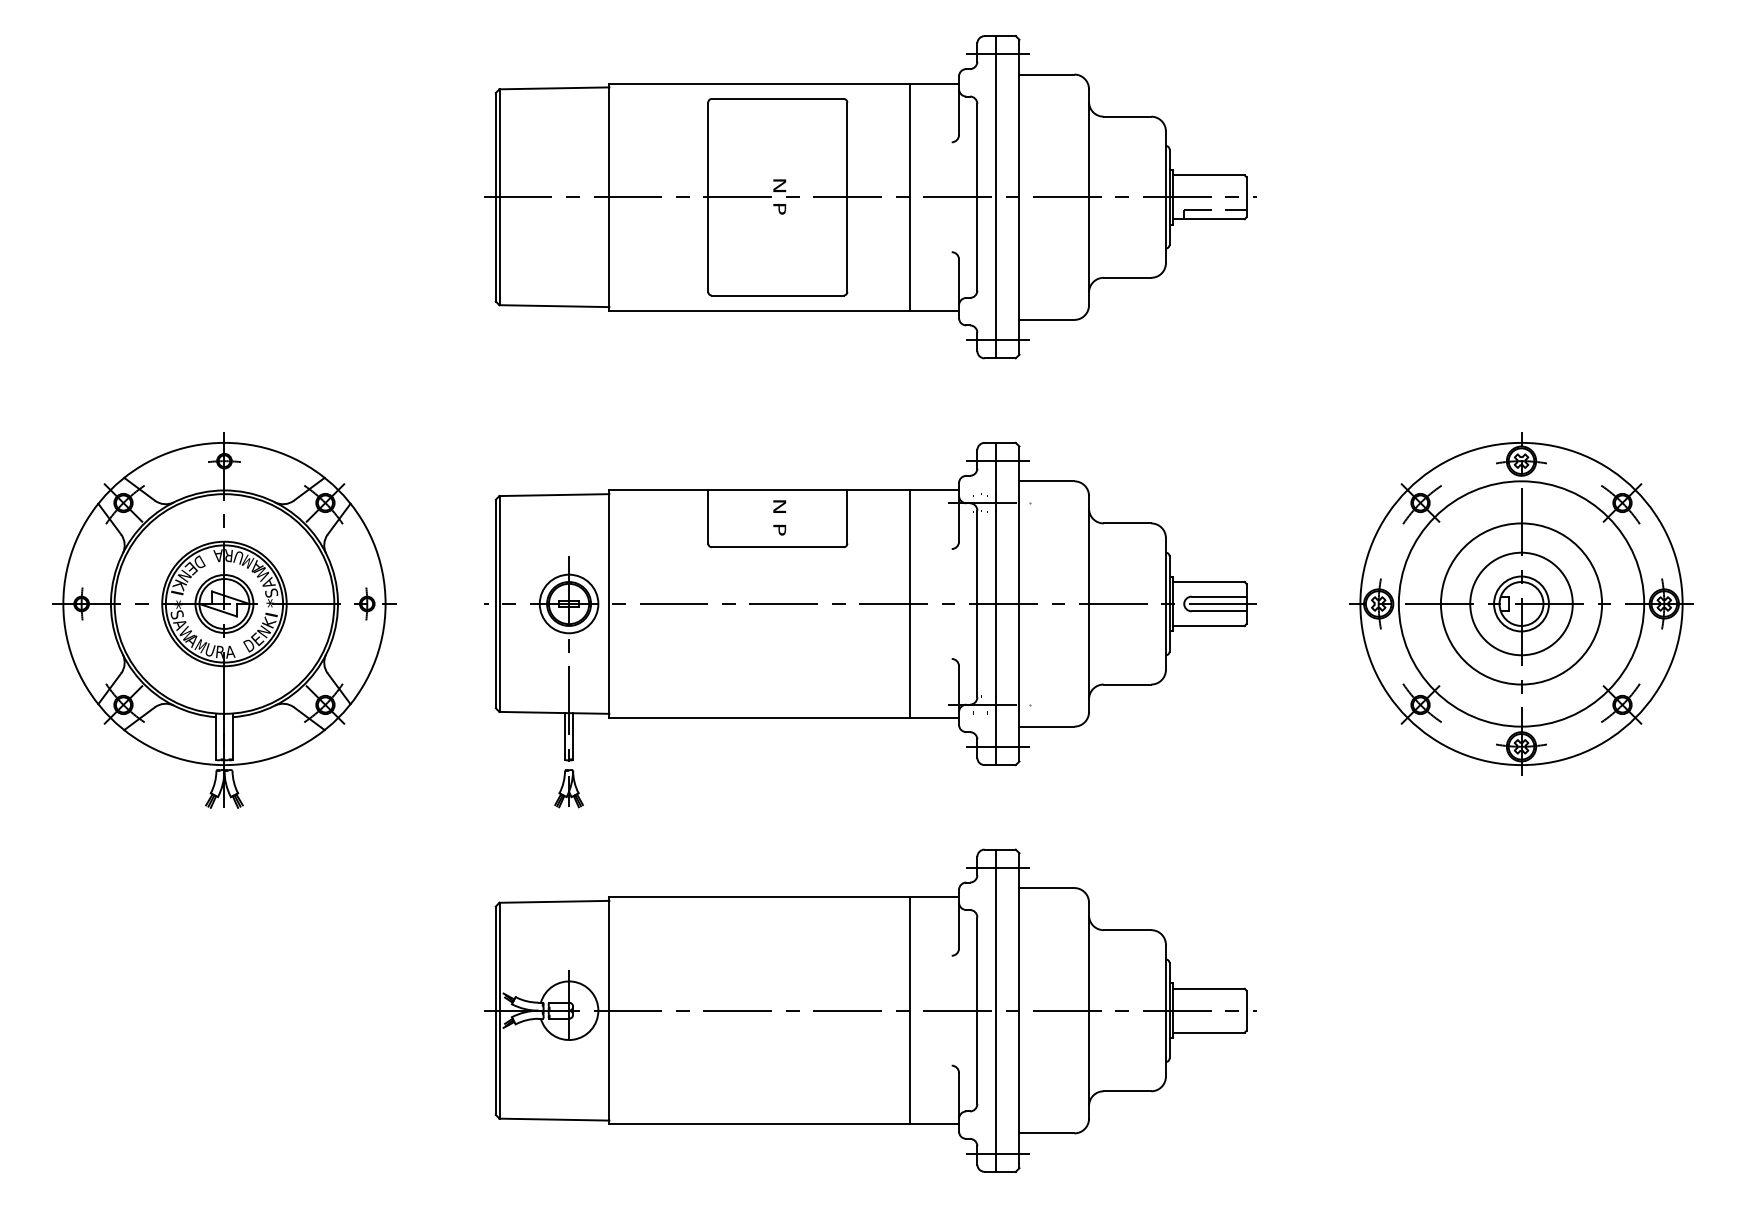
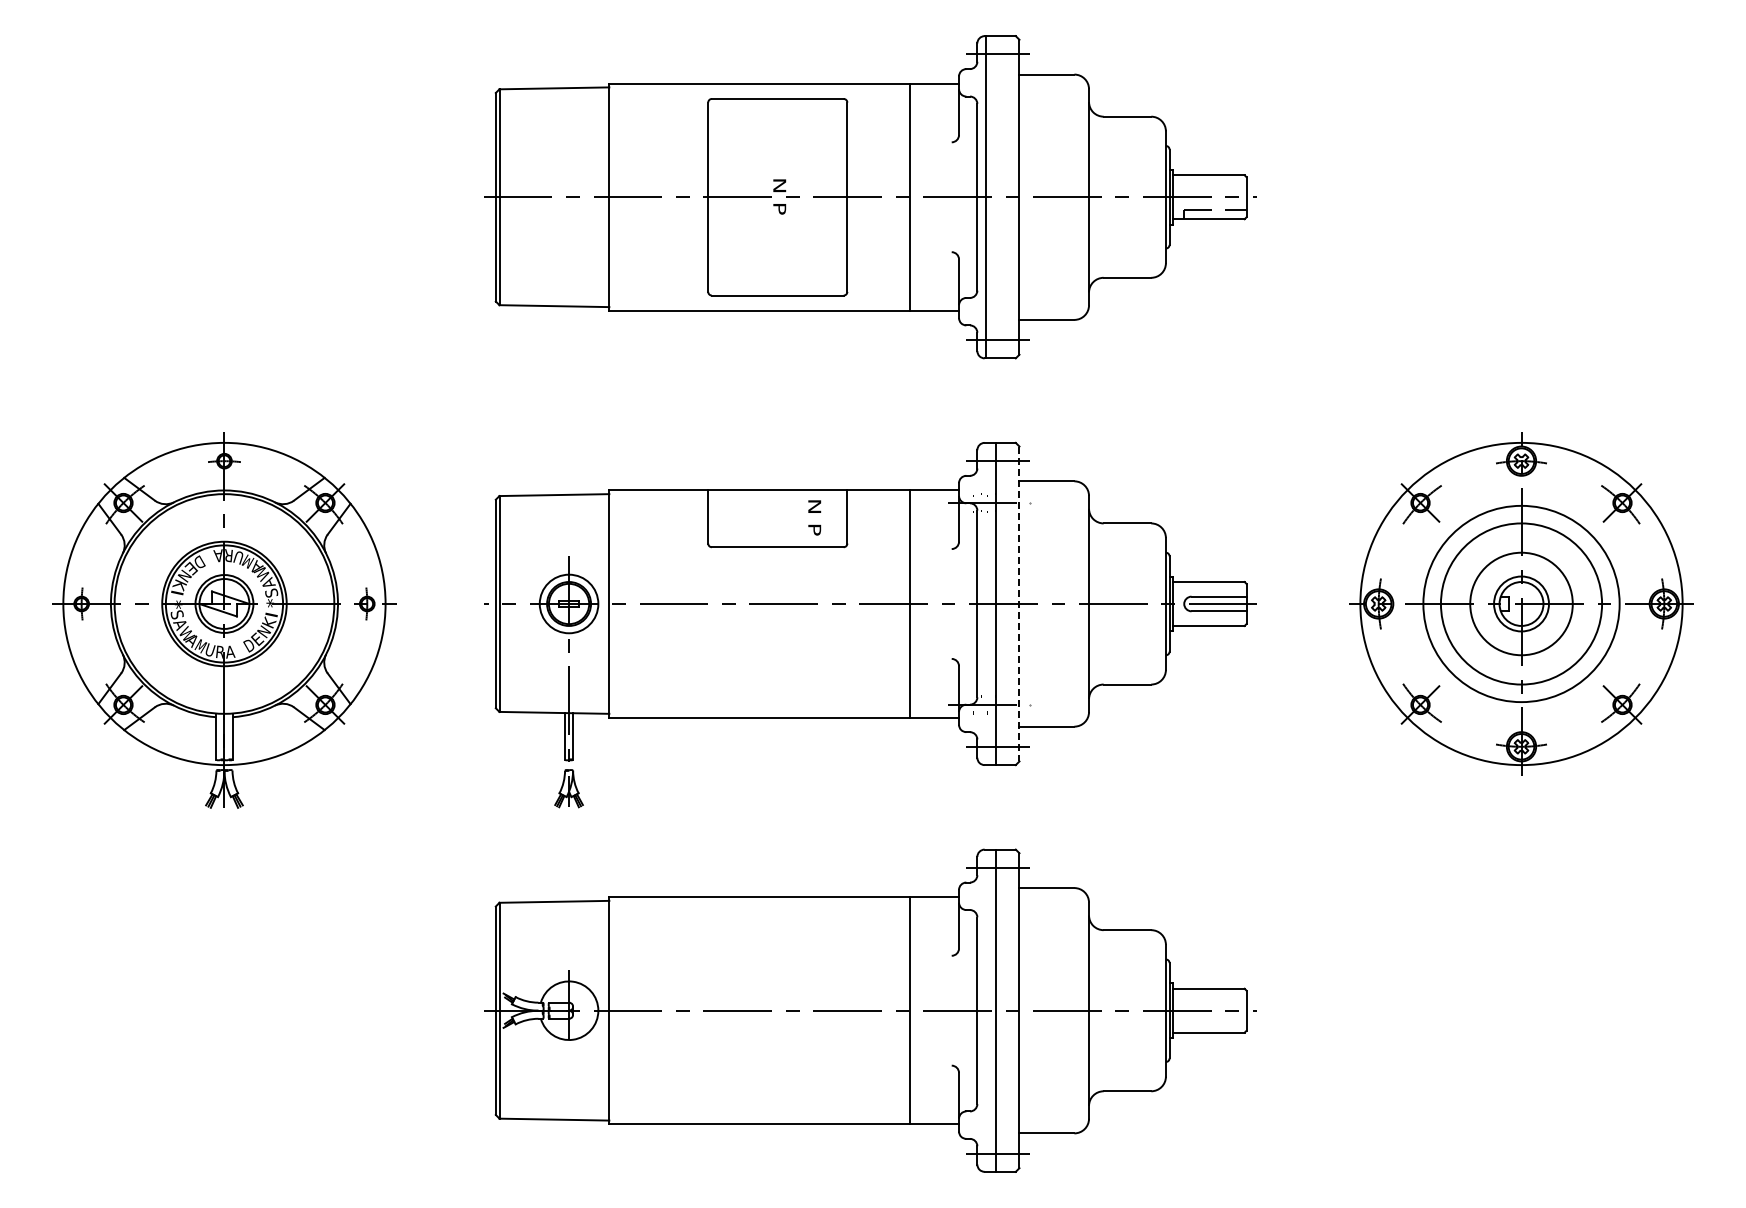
line at (995, 197) position: (995, 197) -> (985, 197)
text at (779, 517) position: (779, 517) -> (814, 517)
circle at (1521, 603) diameter: 245 px -> 196 px
line at (1019, 604): solid -> dashed
